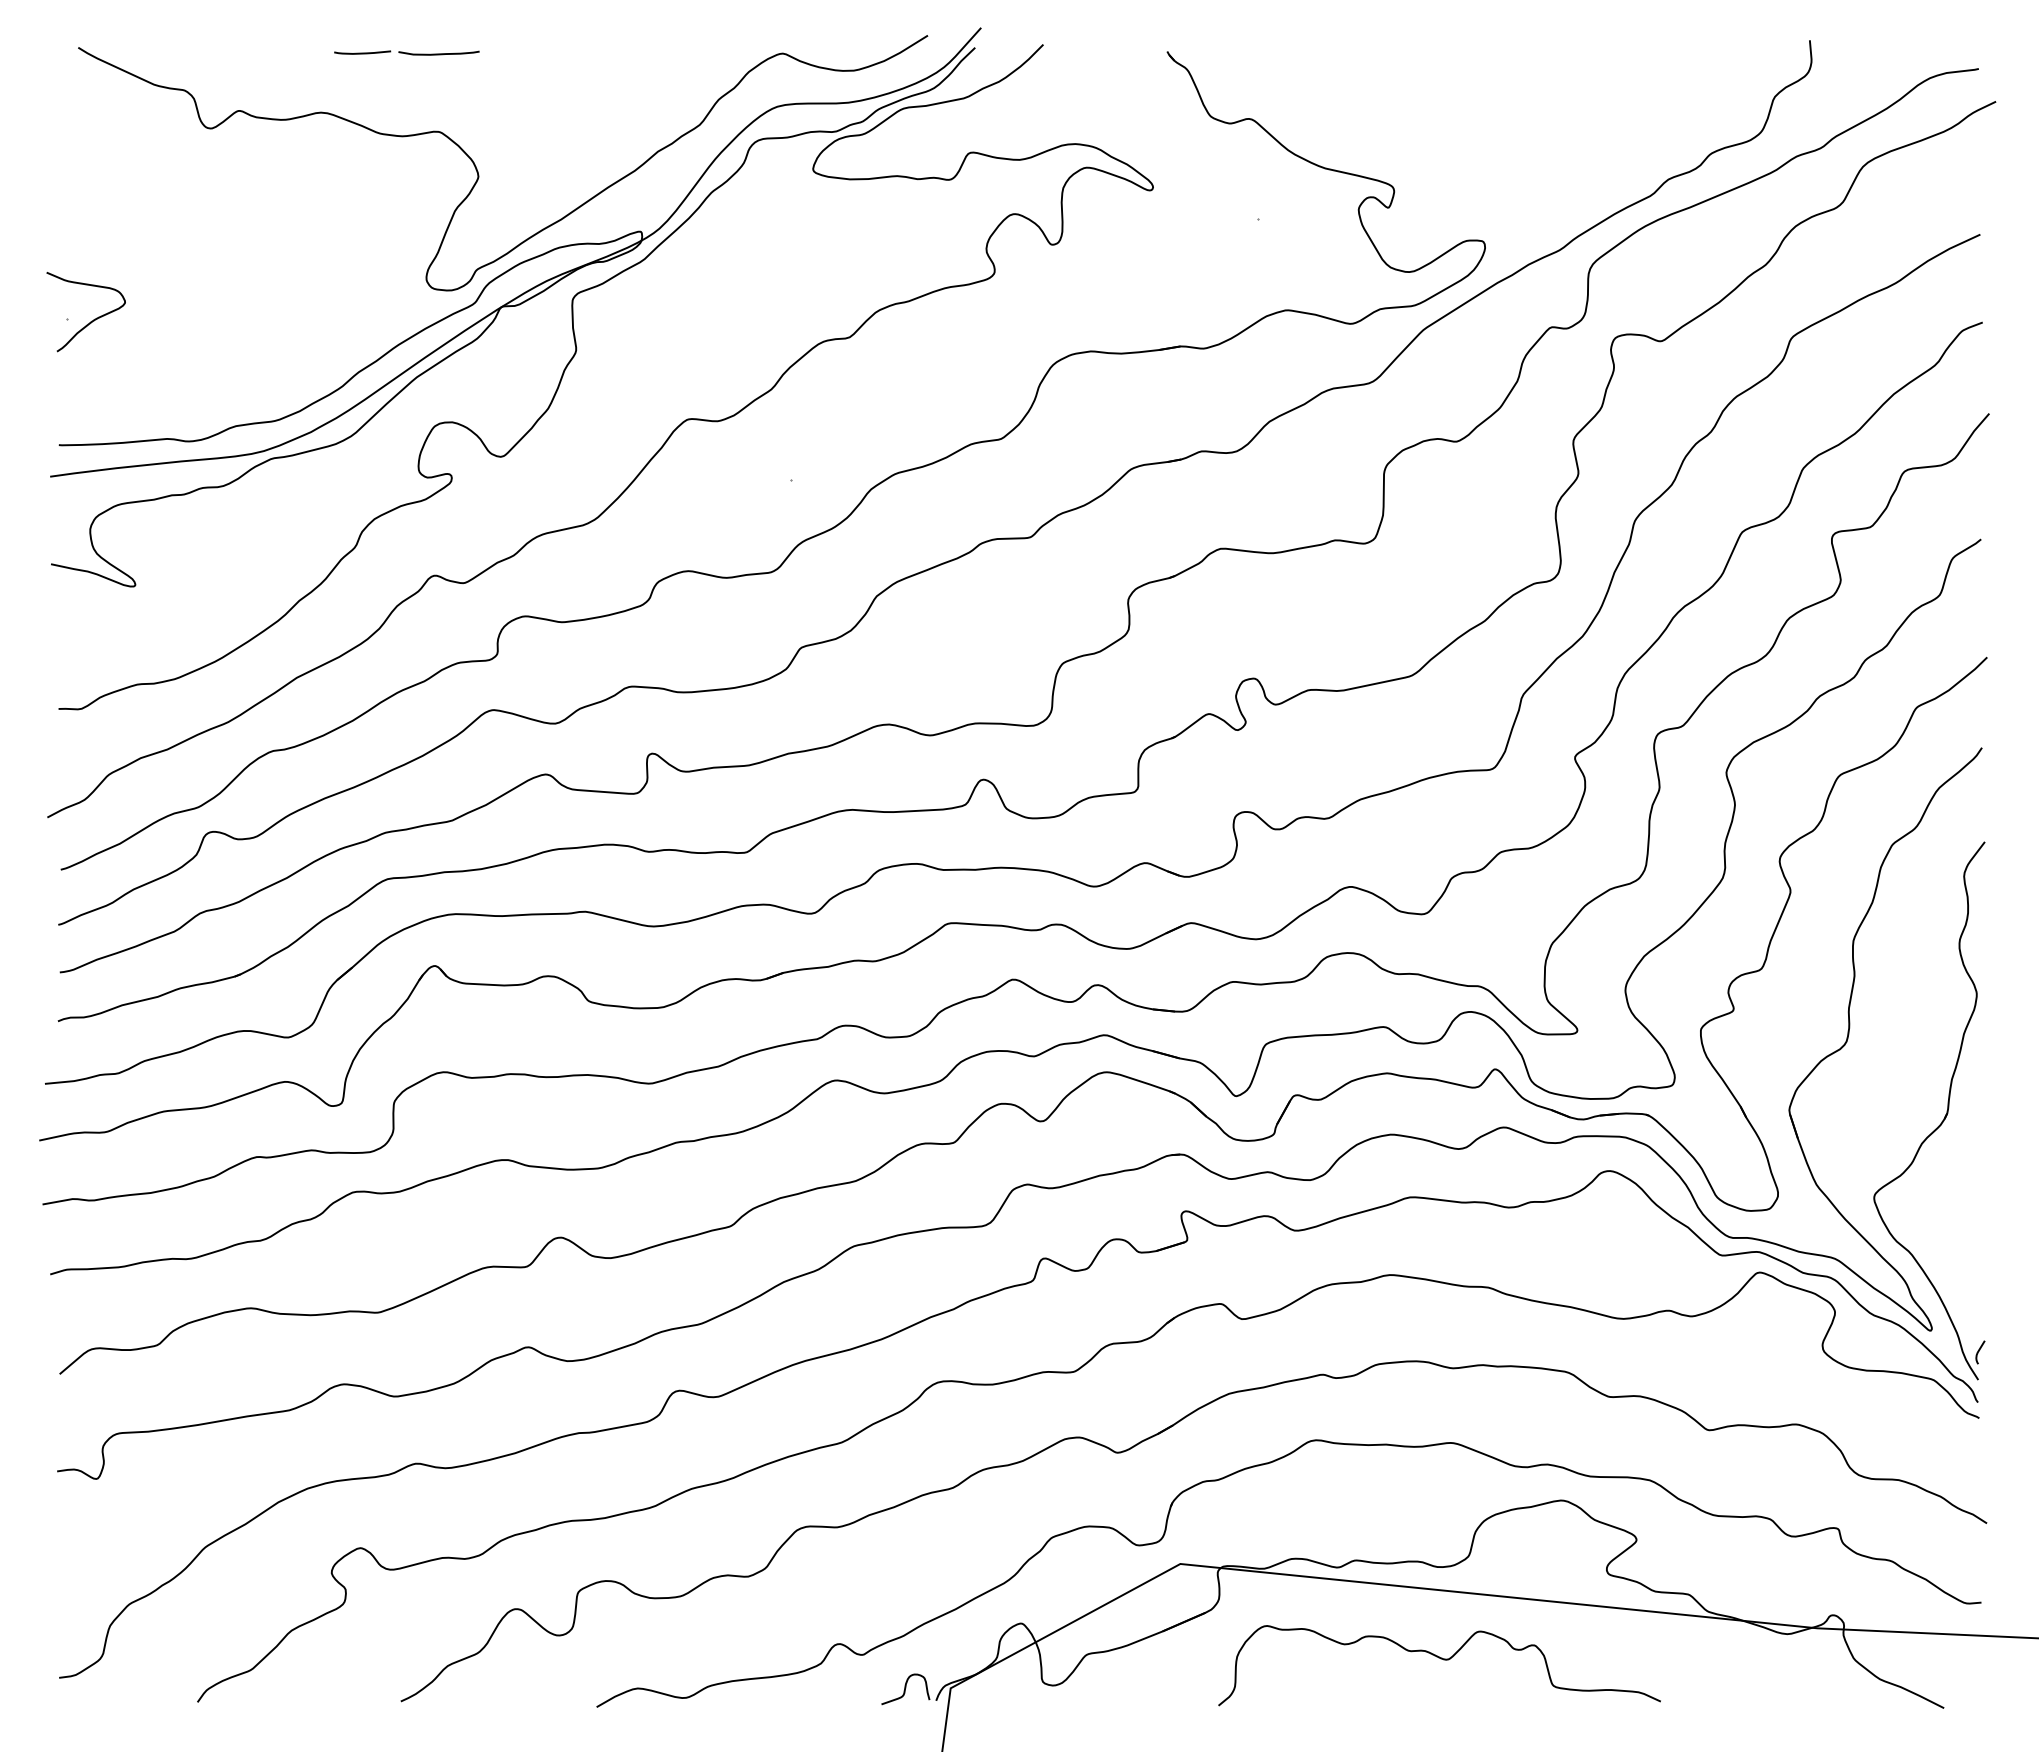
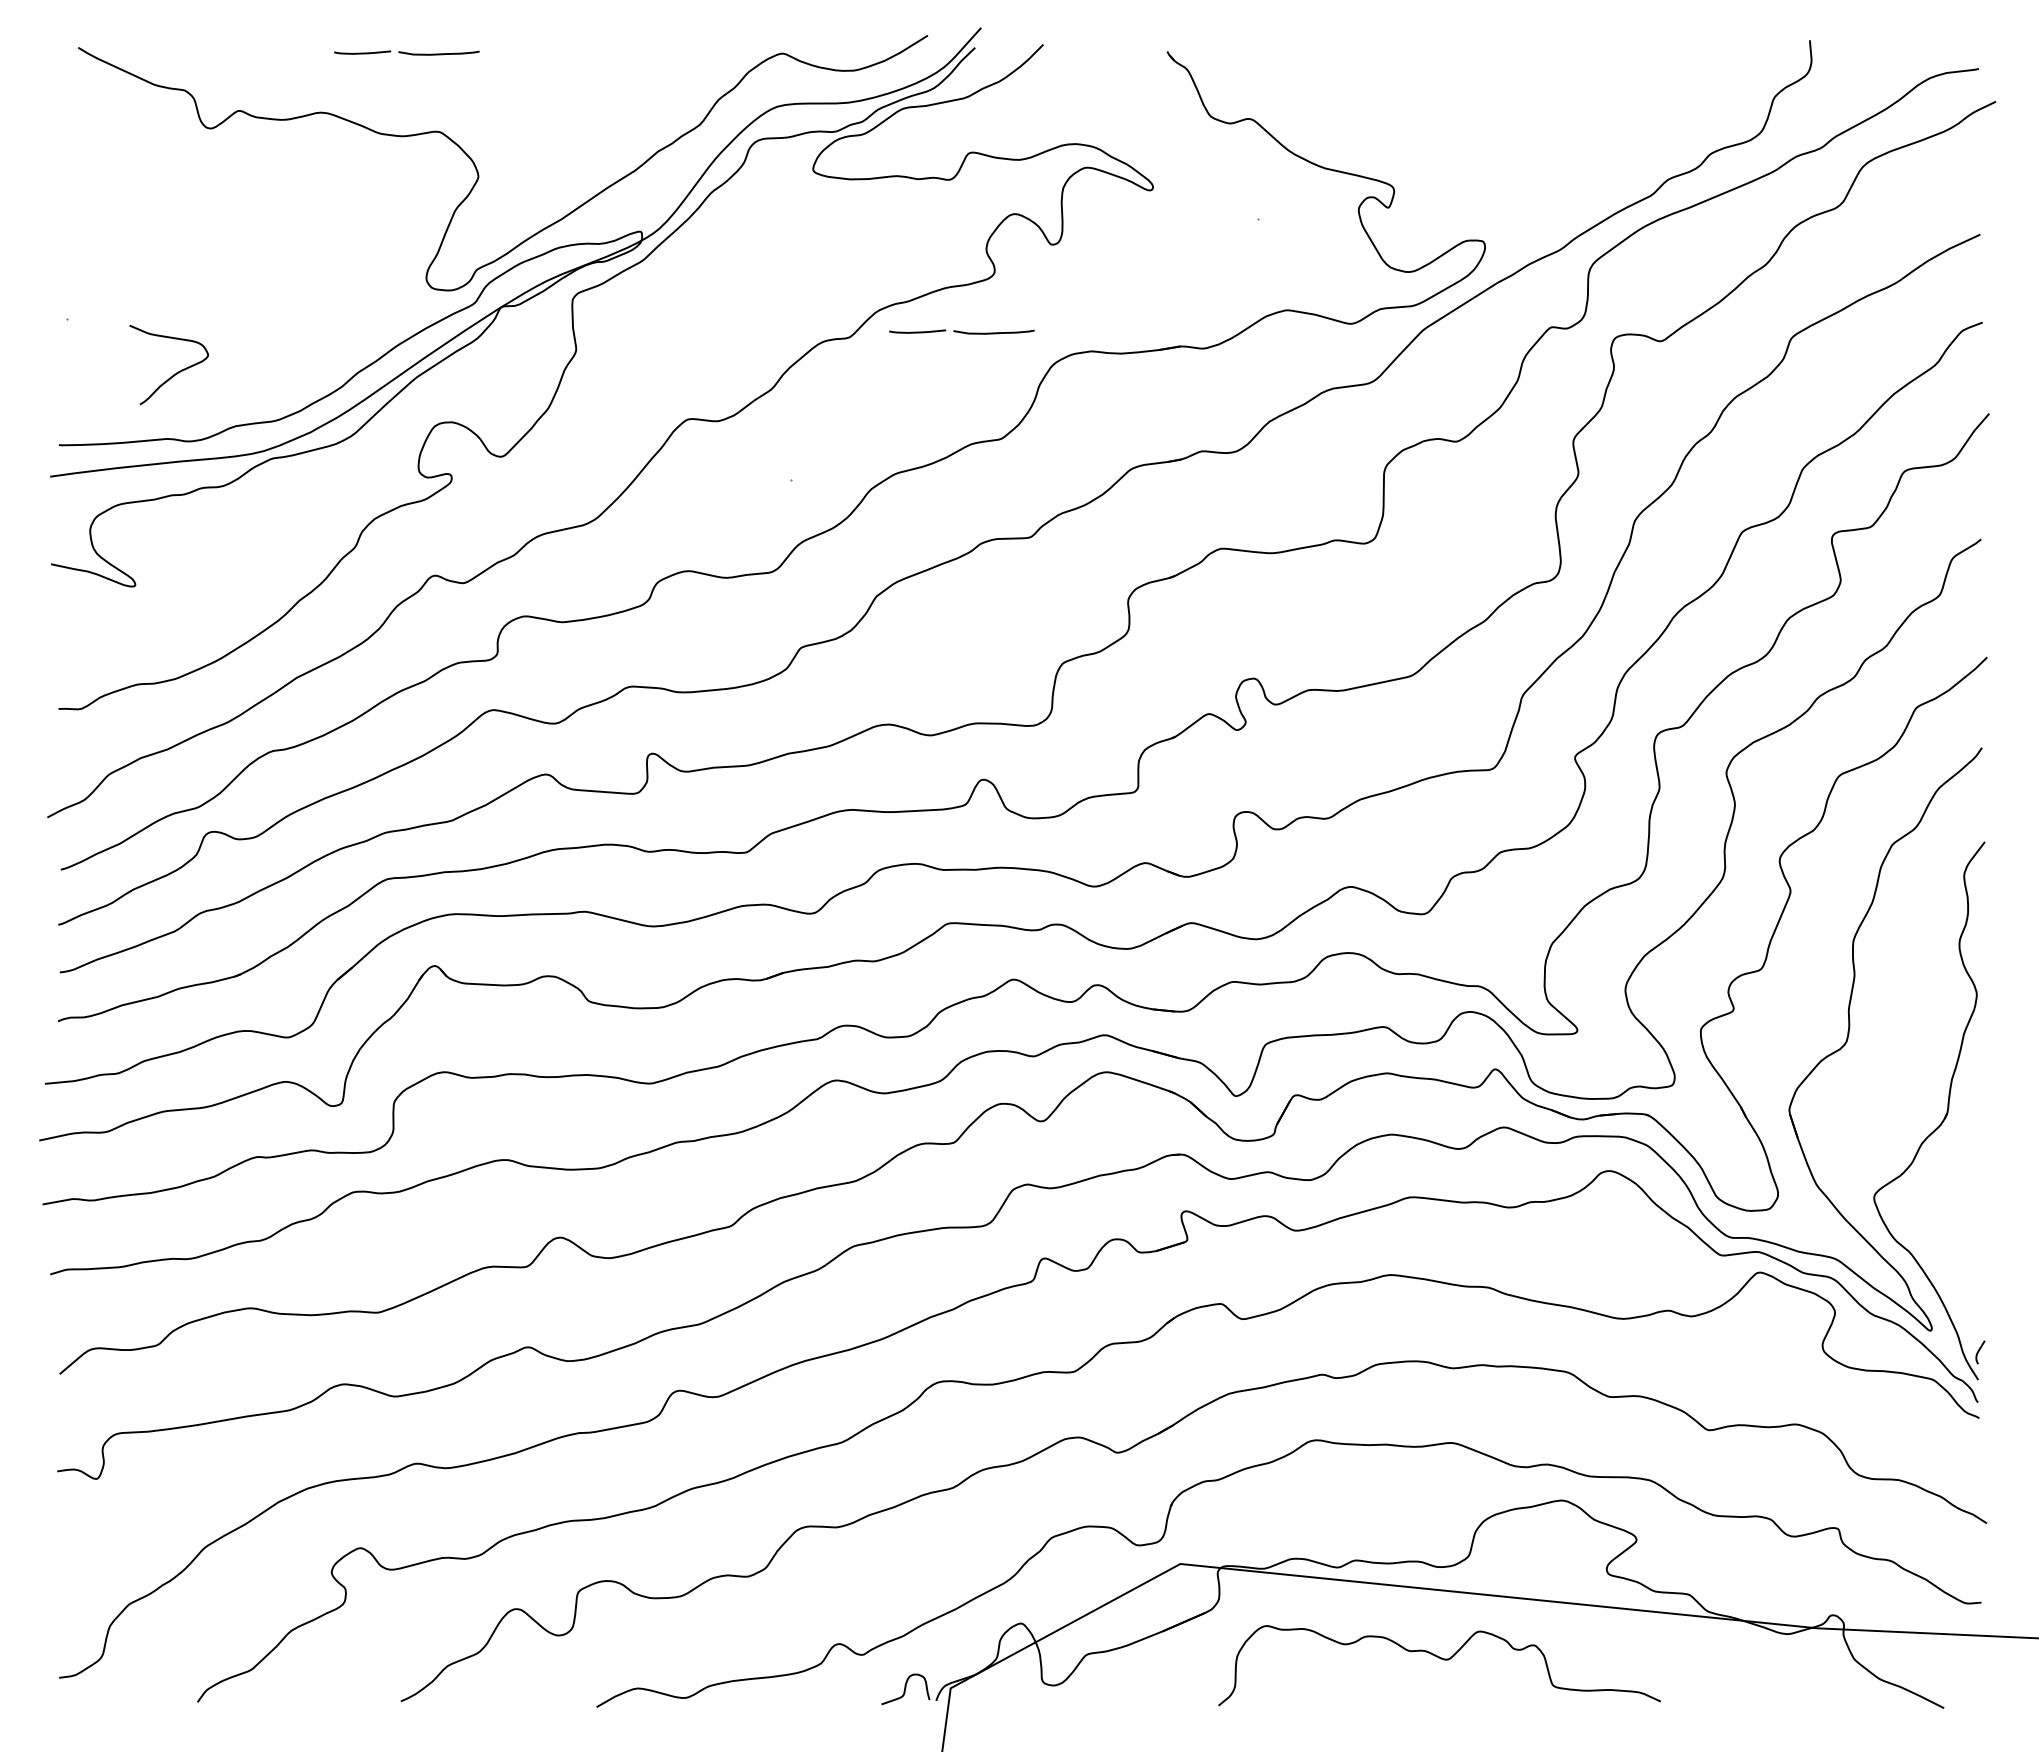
curve at (90, 321) position: (90, 321) -> (173, 374)
part at (961, 331): none -> present
